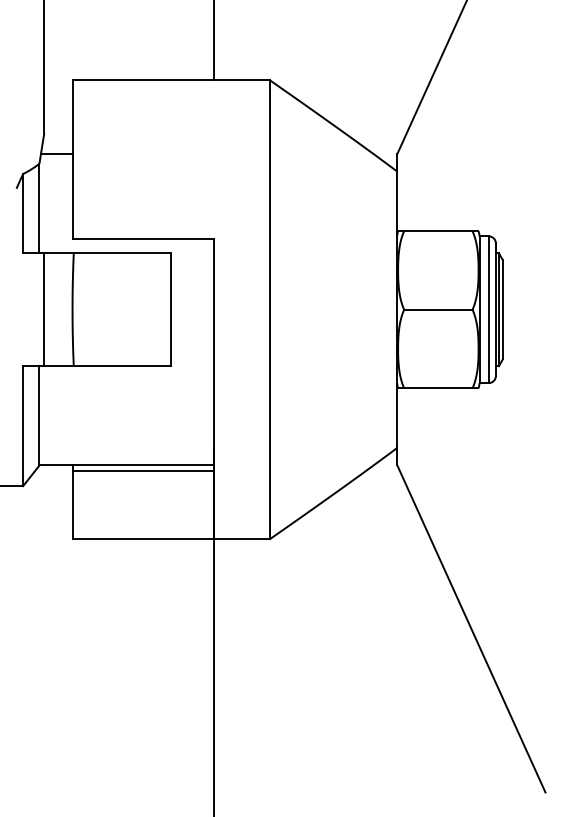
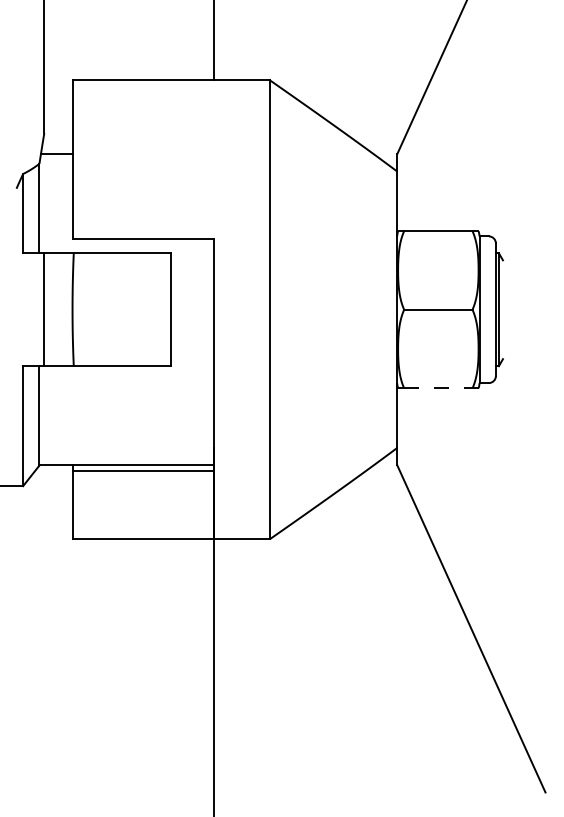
line at (488, 309): present -> none
line at (502, 309): present -> none
line at (438, 388): solid -> dashed
